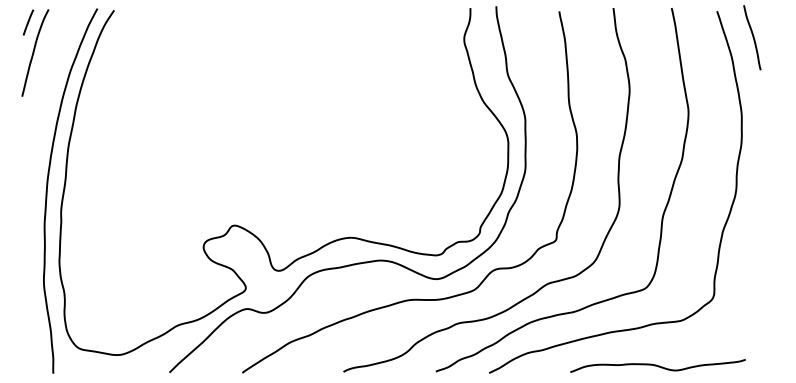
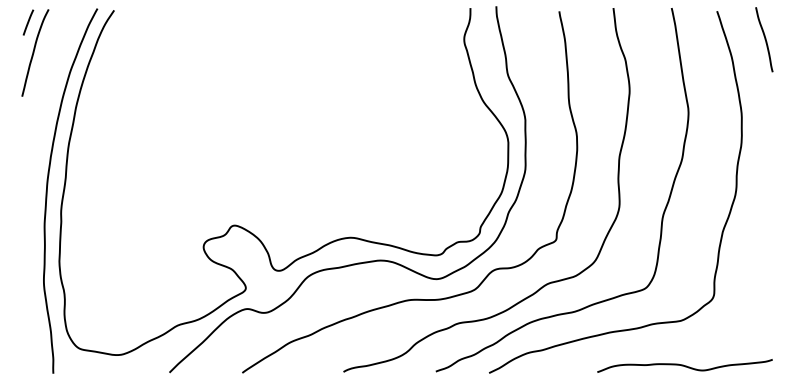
curve at (752, 37) position: (752, 37) -> (764, 39)
curve at (657, 365) position: (657, 365) -> (684, 365)
